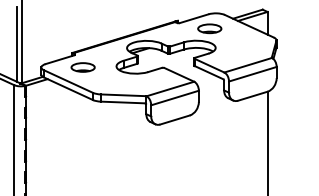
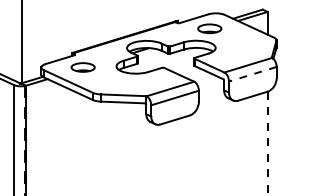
line at (16, 43): present -> none
line at (252, 74): solid -> dashed
line at (267, 143): solid -> dashed
